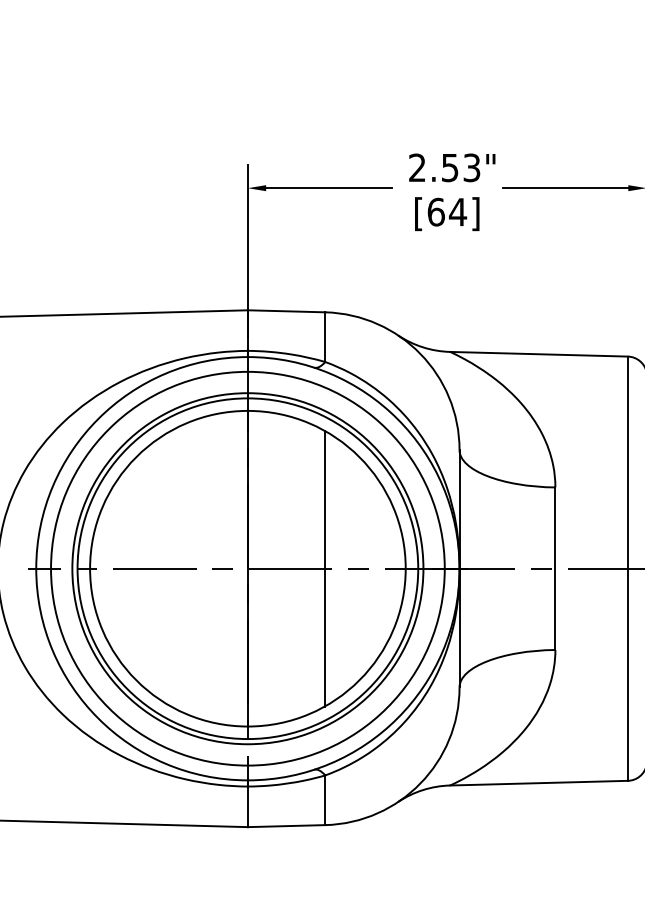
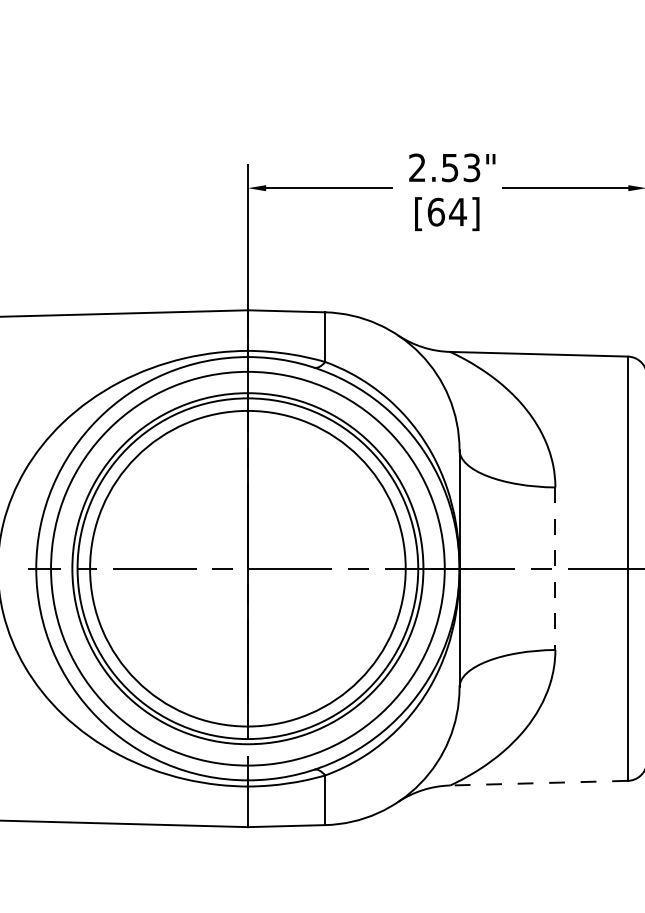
line at (324, 568): present -> none
line at (555, 569): solid -> dashed
line at (539, 783): solid -> dashed
